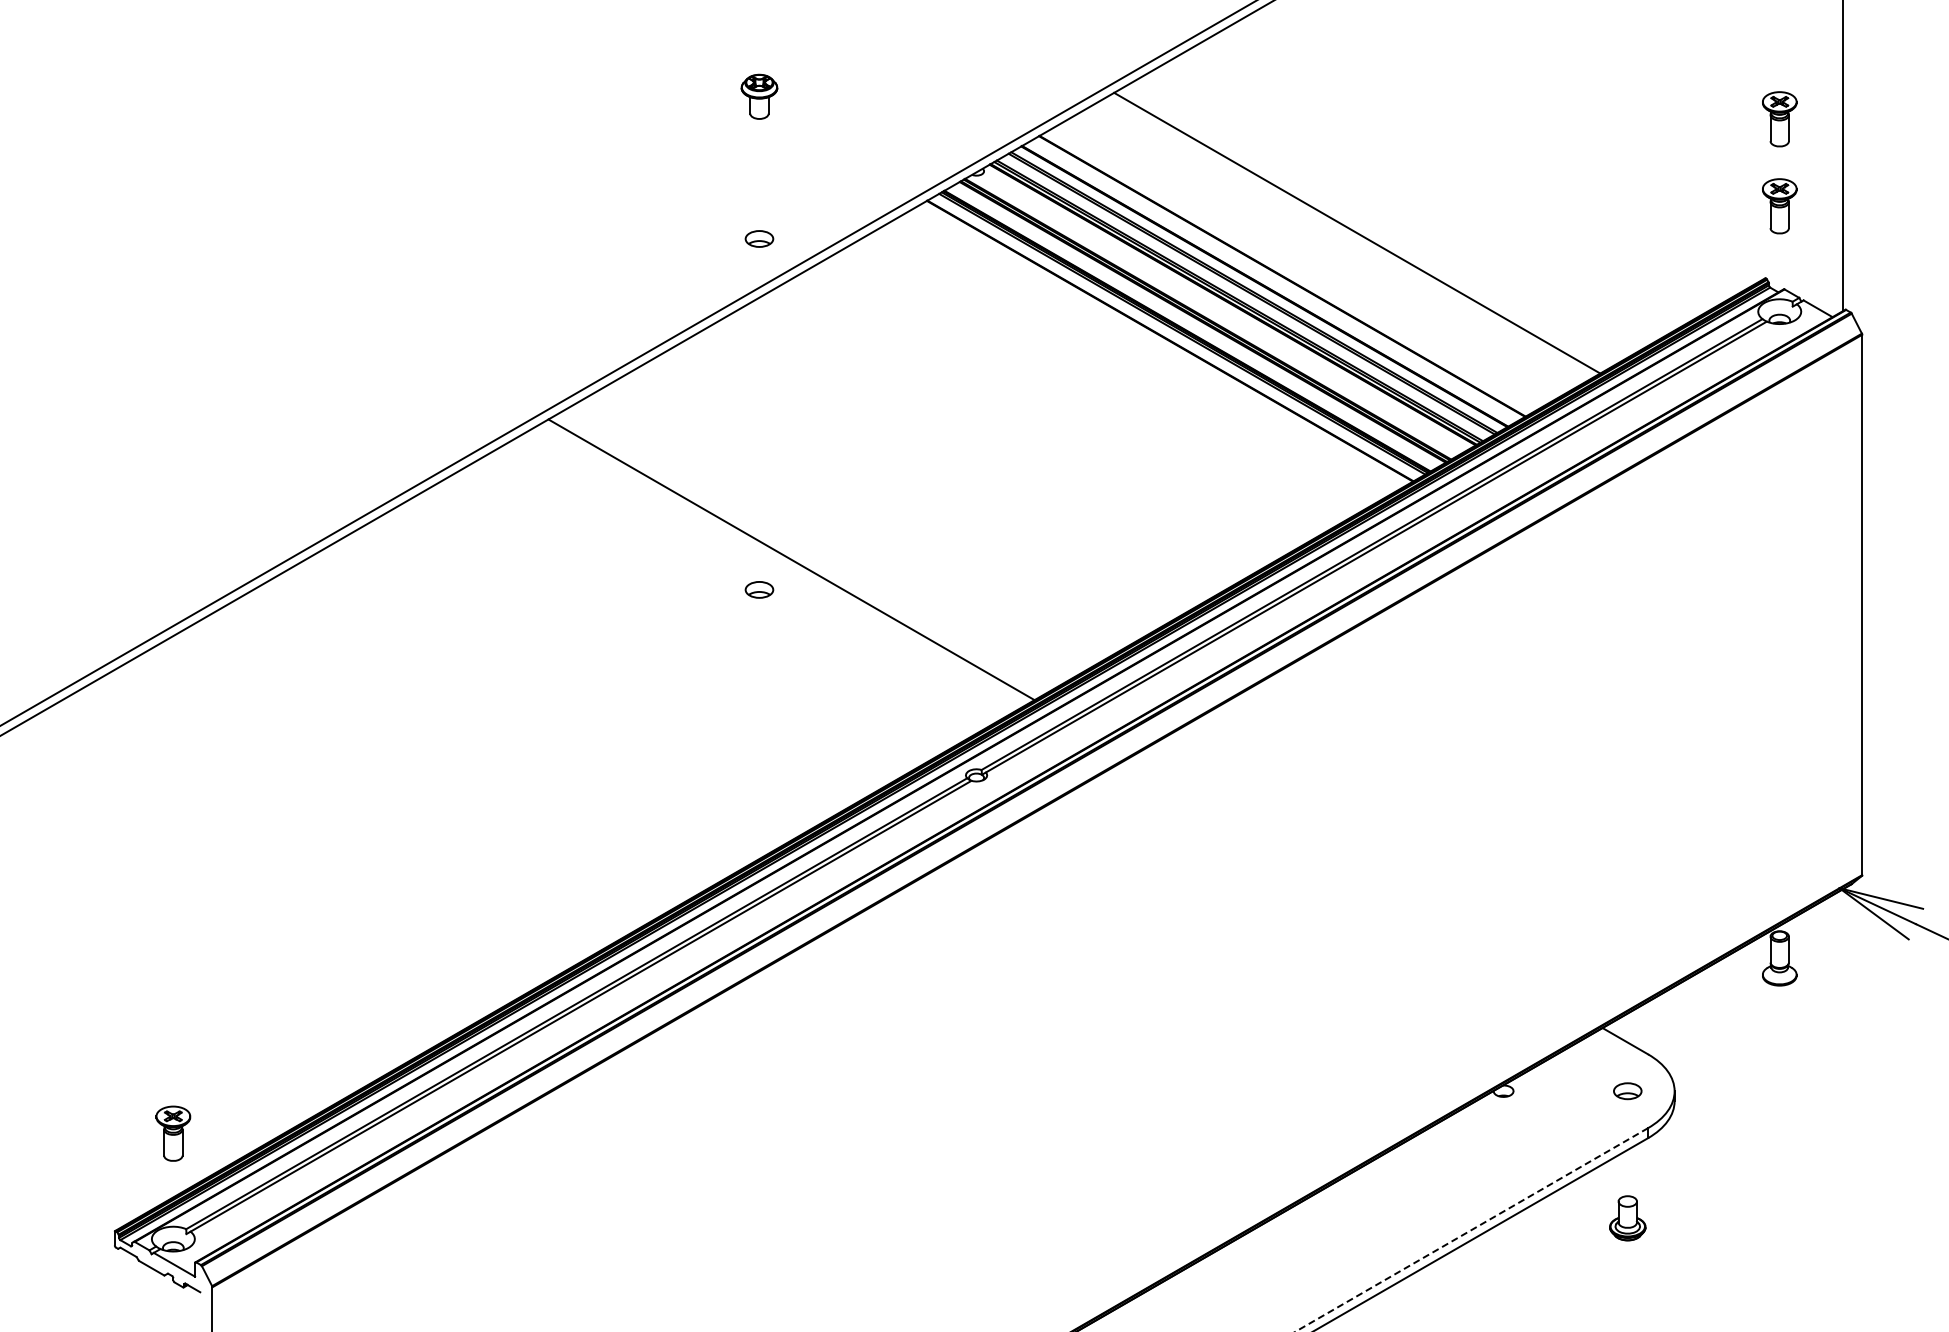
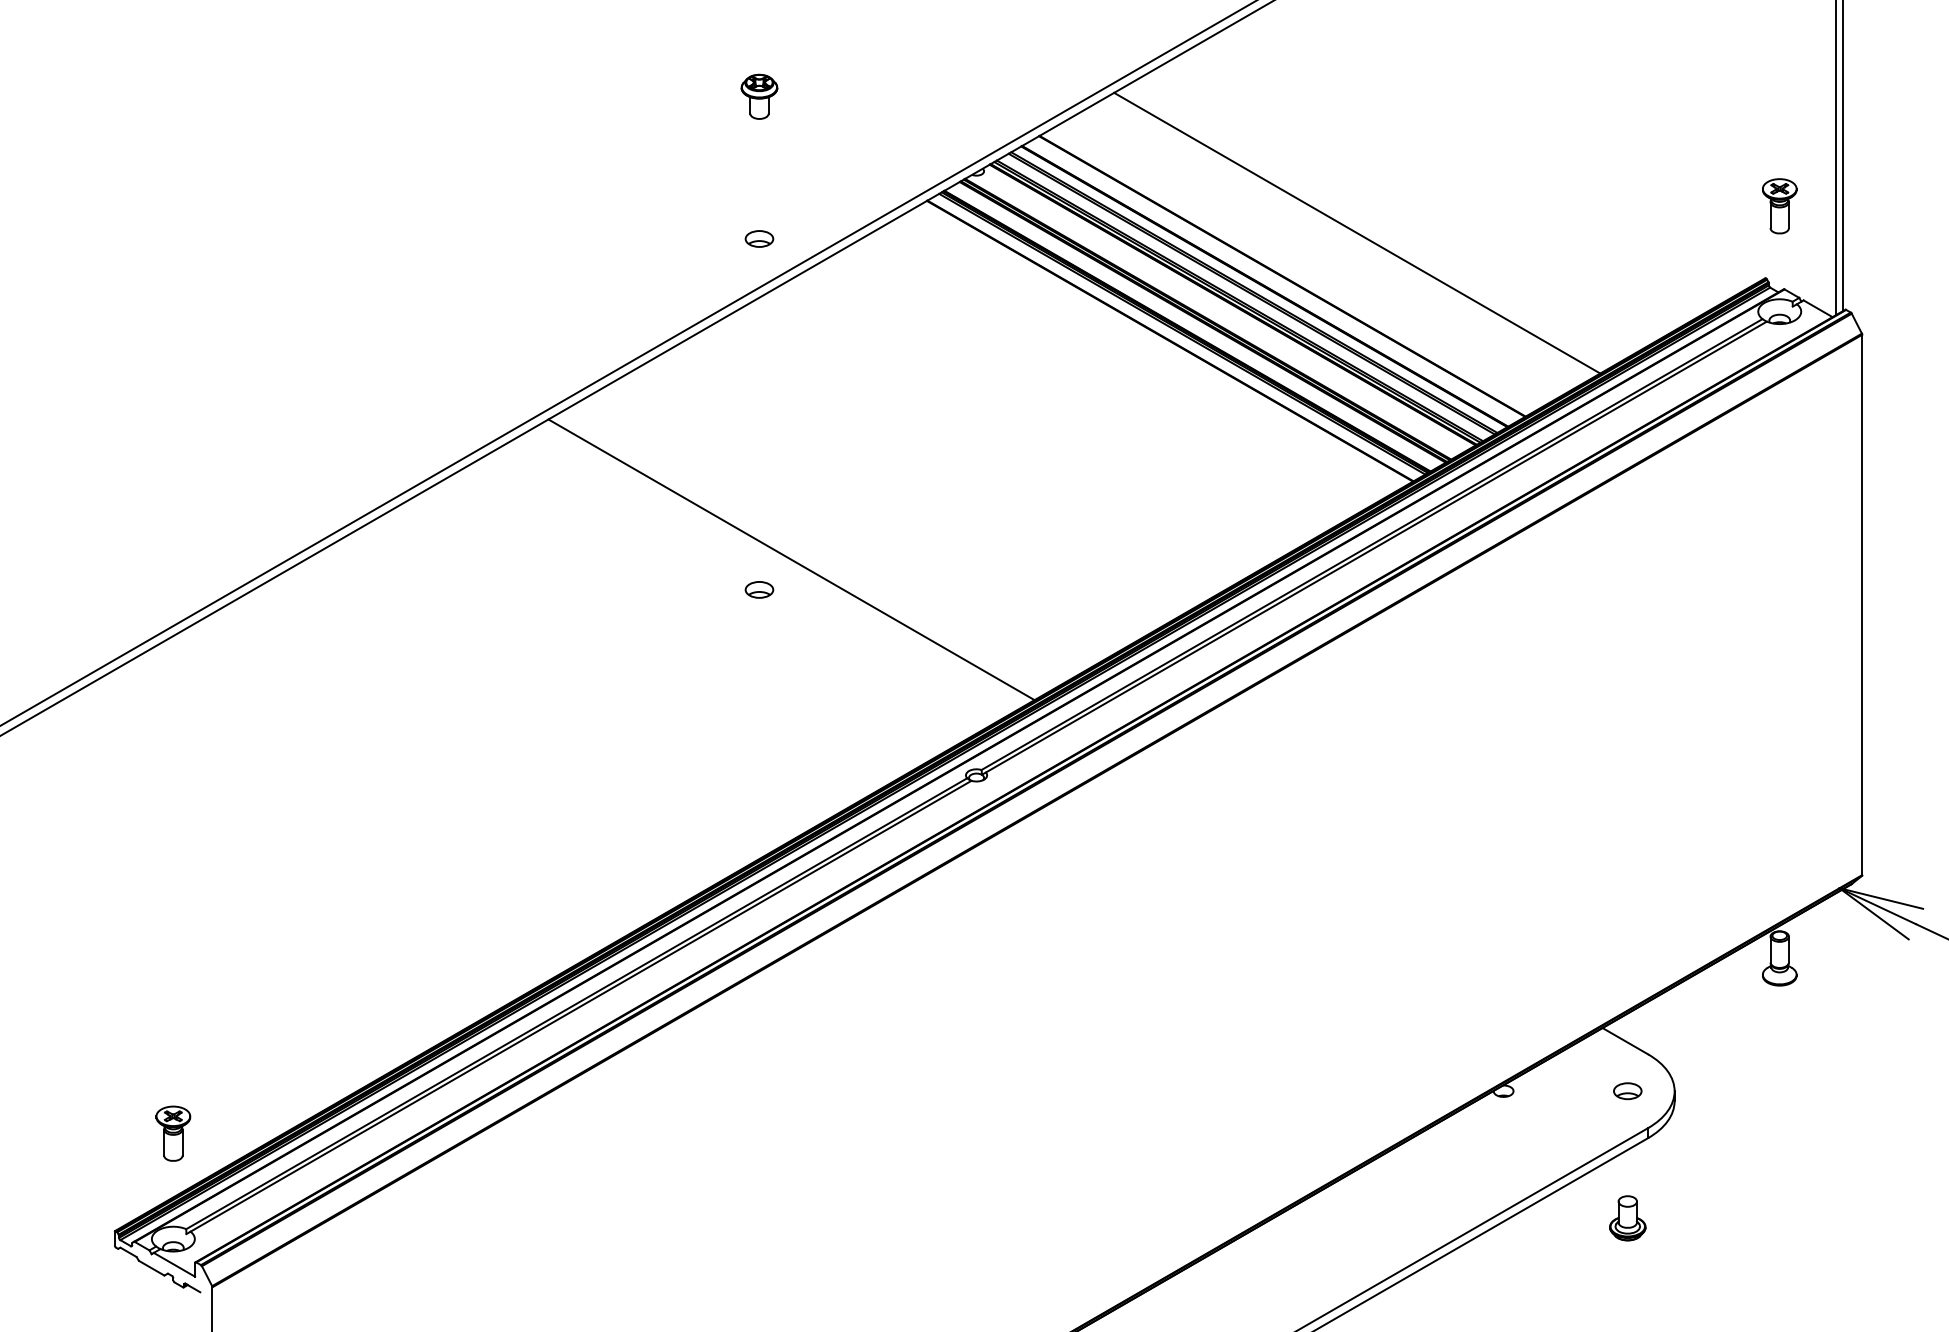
part at (1779, 119): present -> none
line at (1836, 158): none -> present
line at (1471, 1230): dashed -> solid
